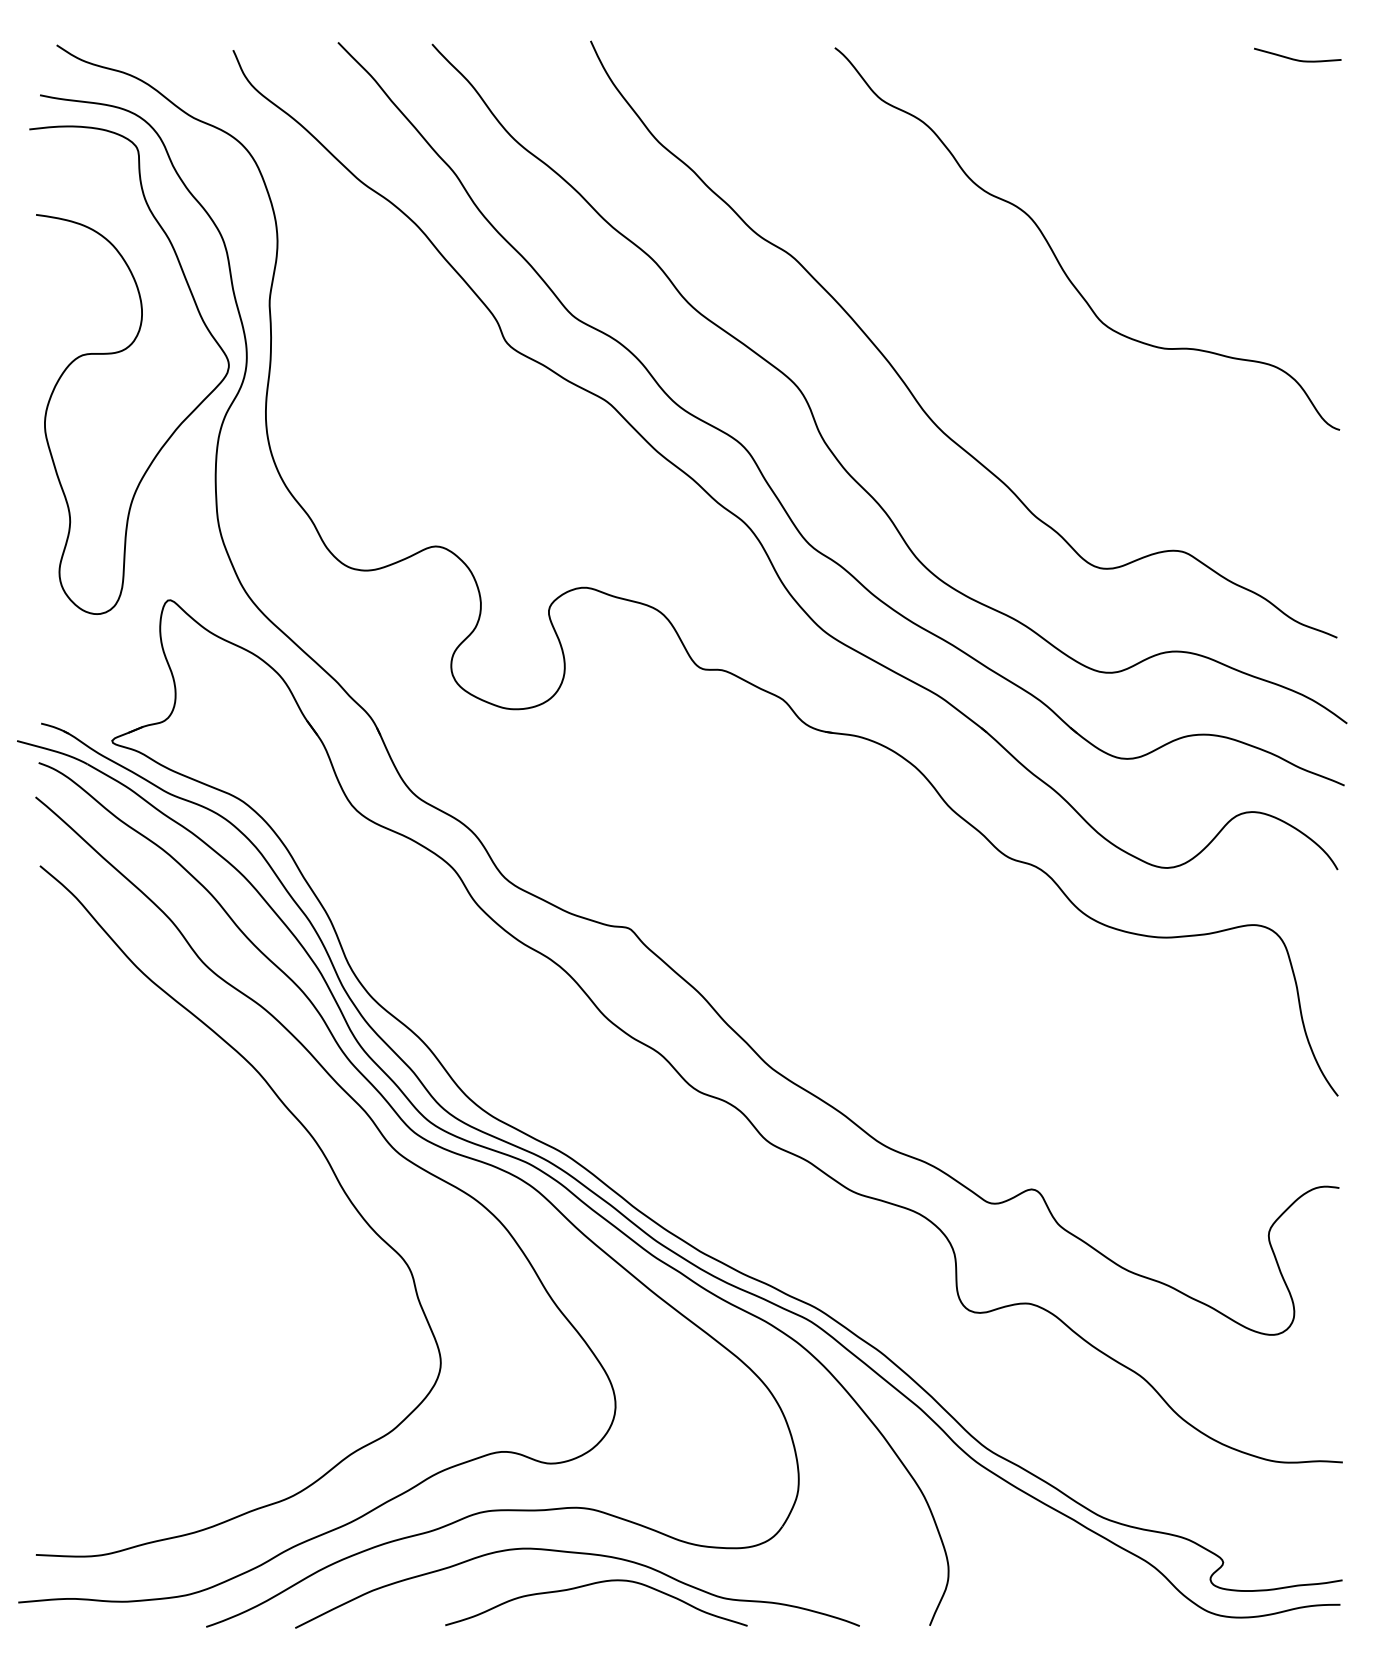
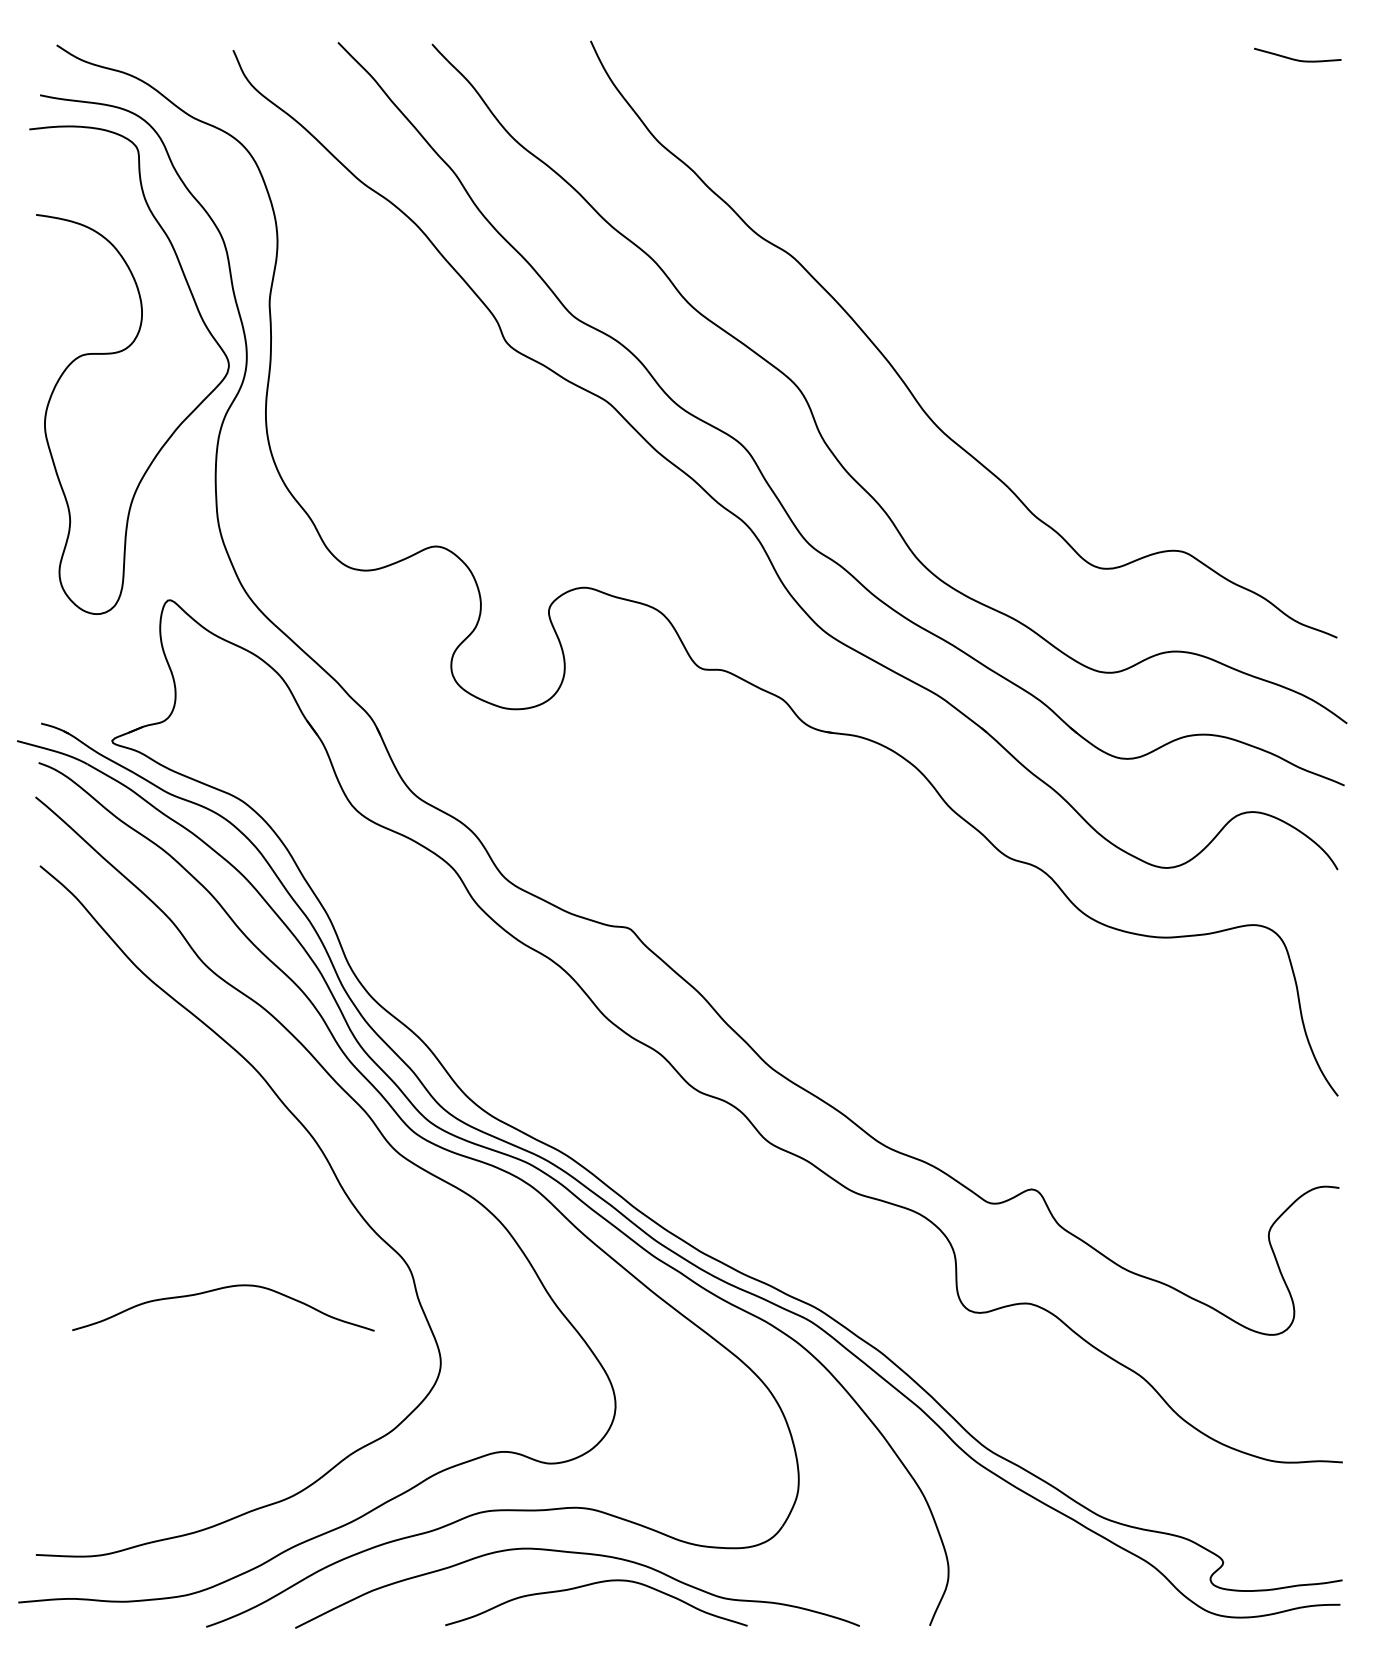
curve at (1055, 254): present -> none
curve at (217, 1290): none -> present
